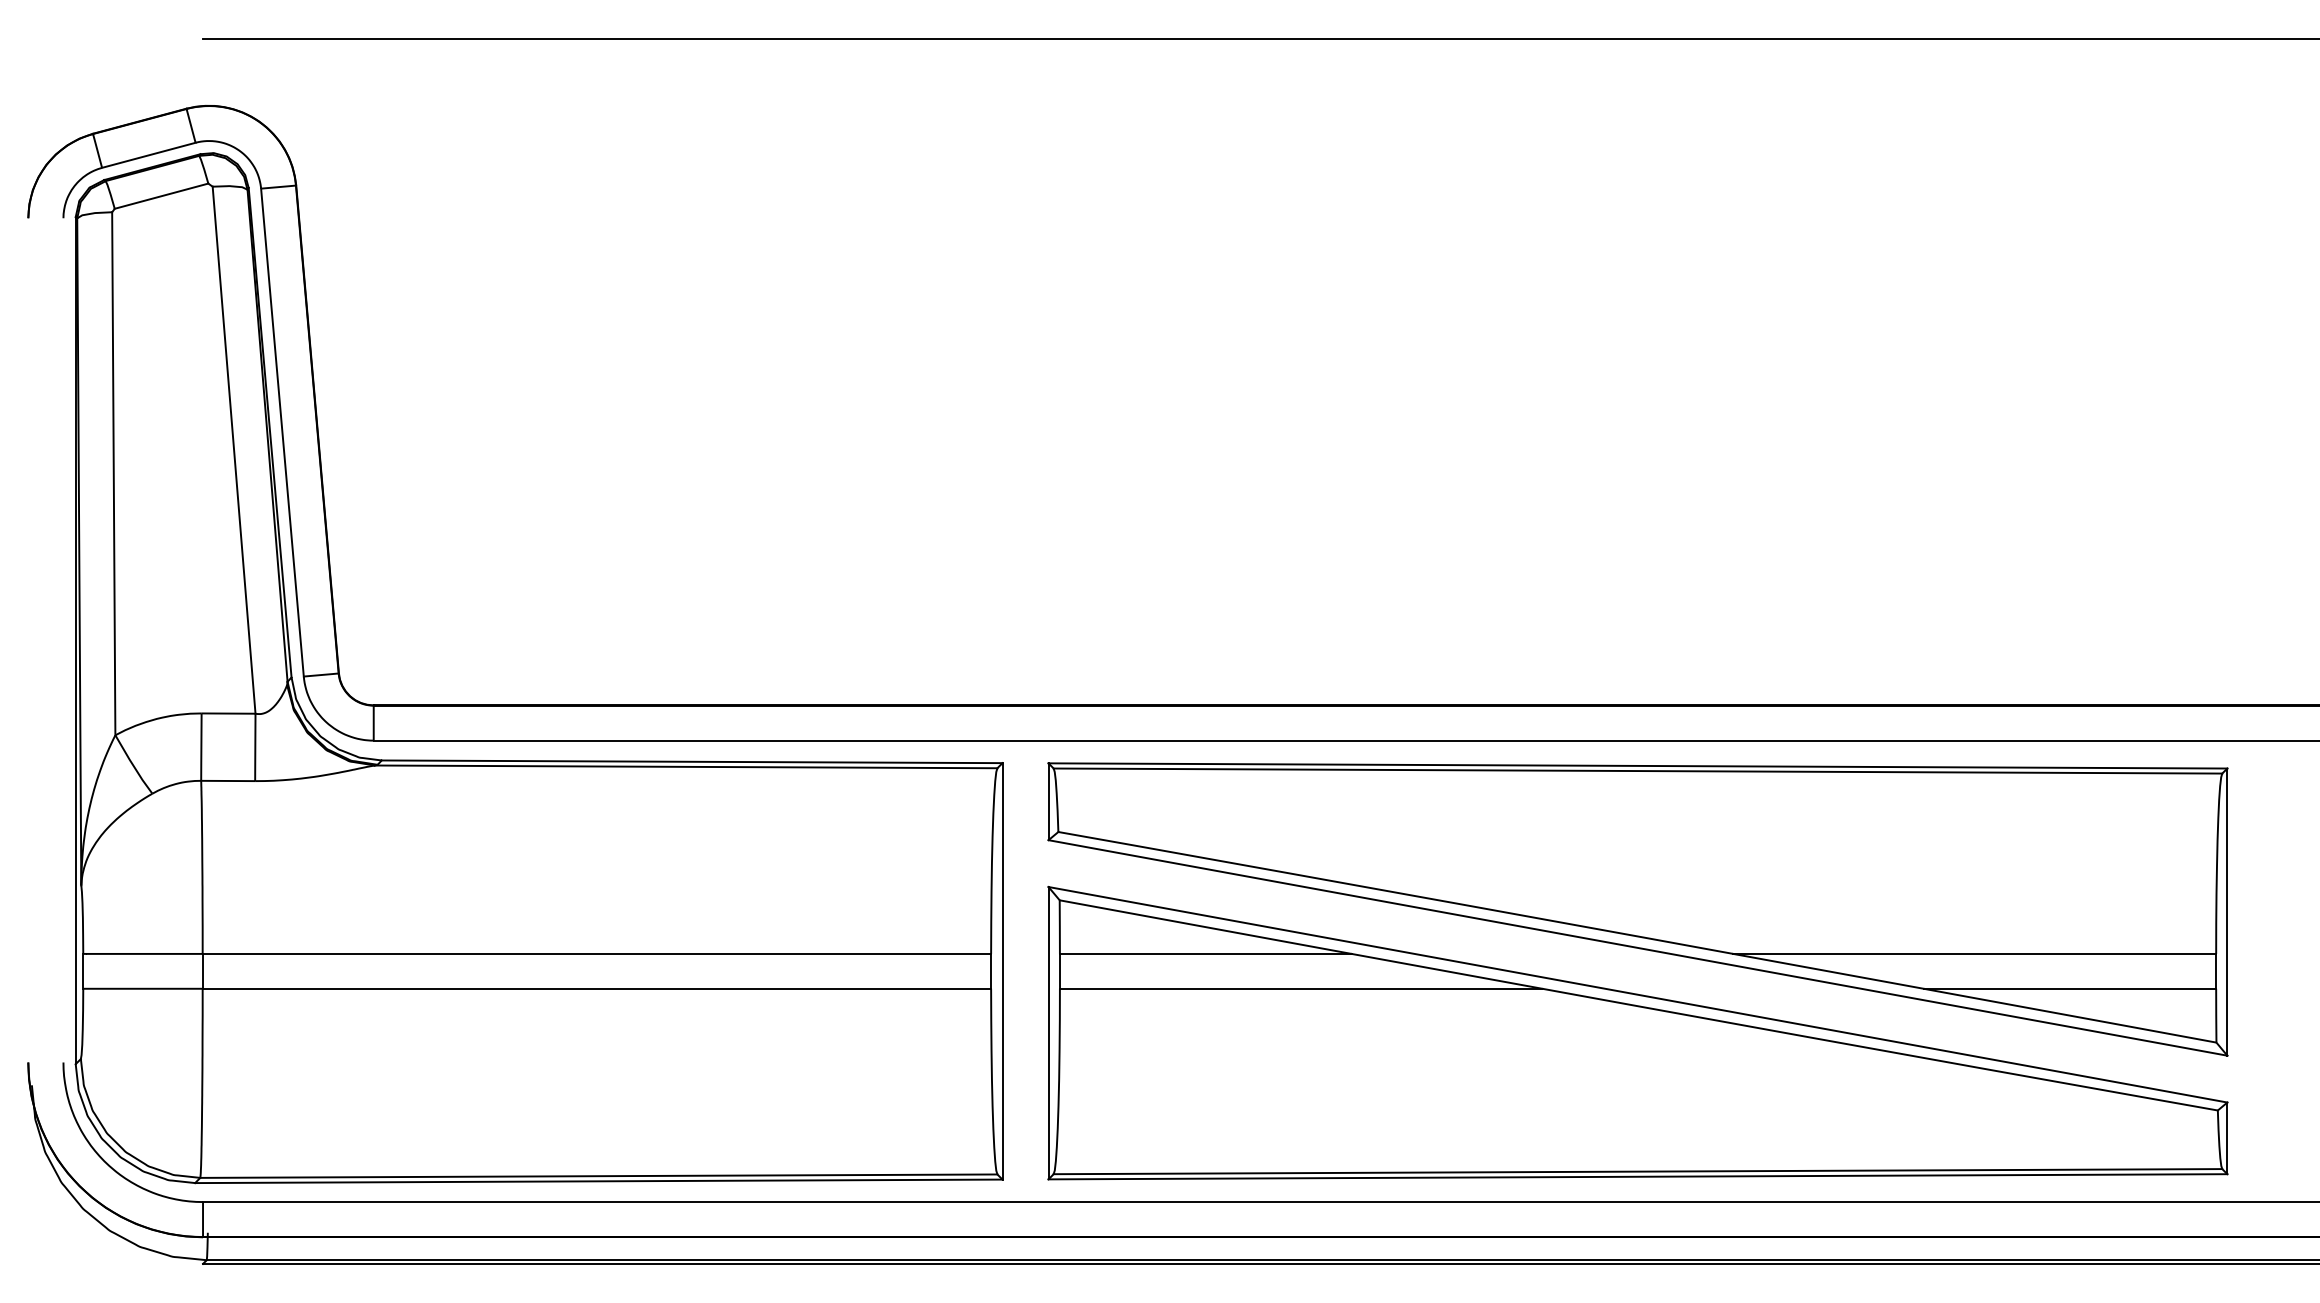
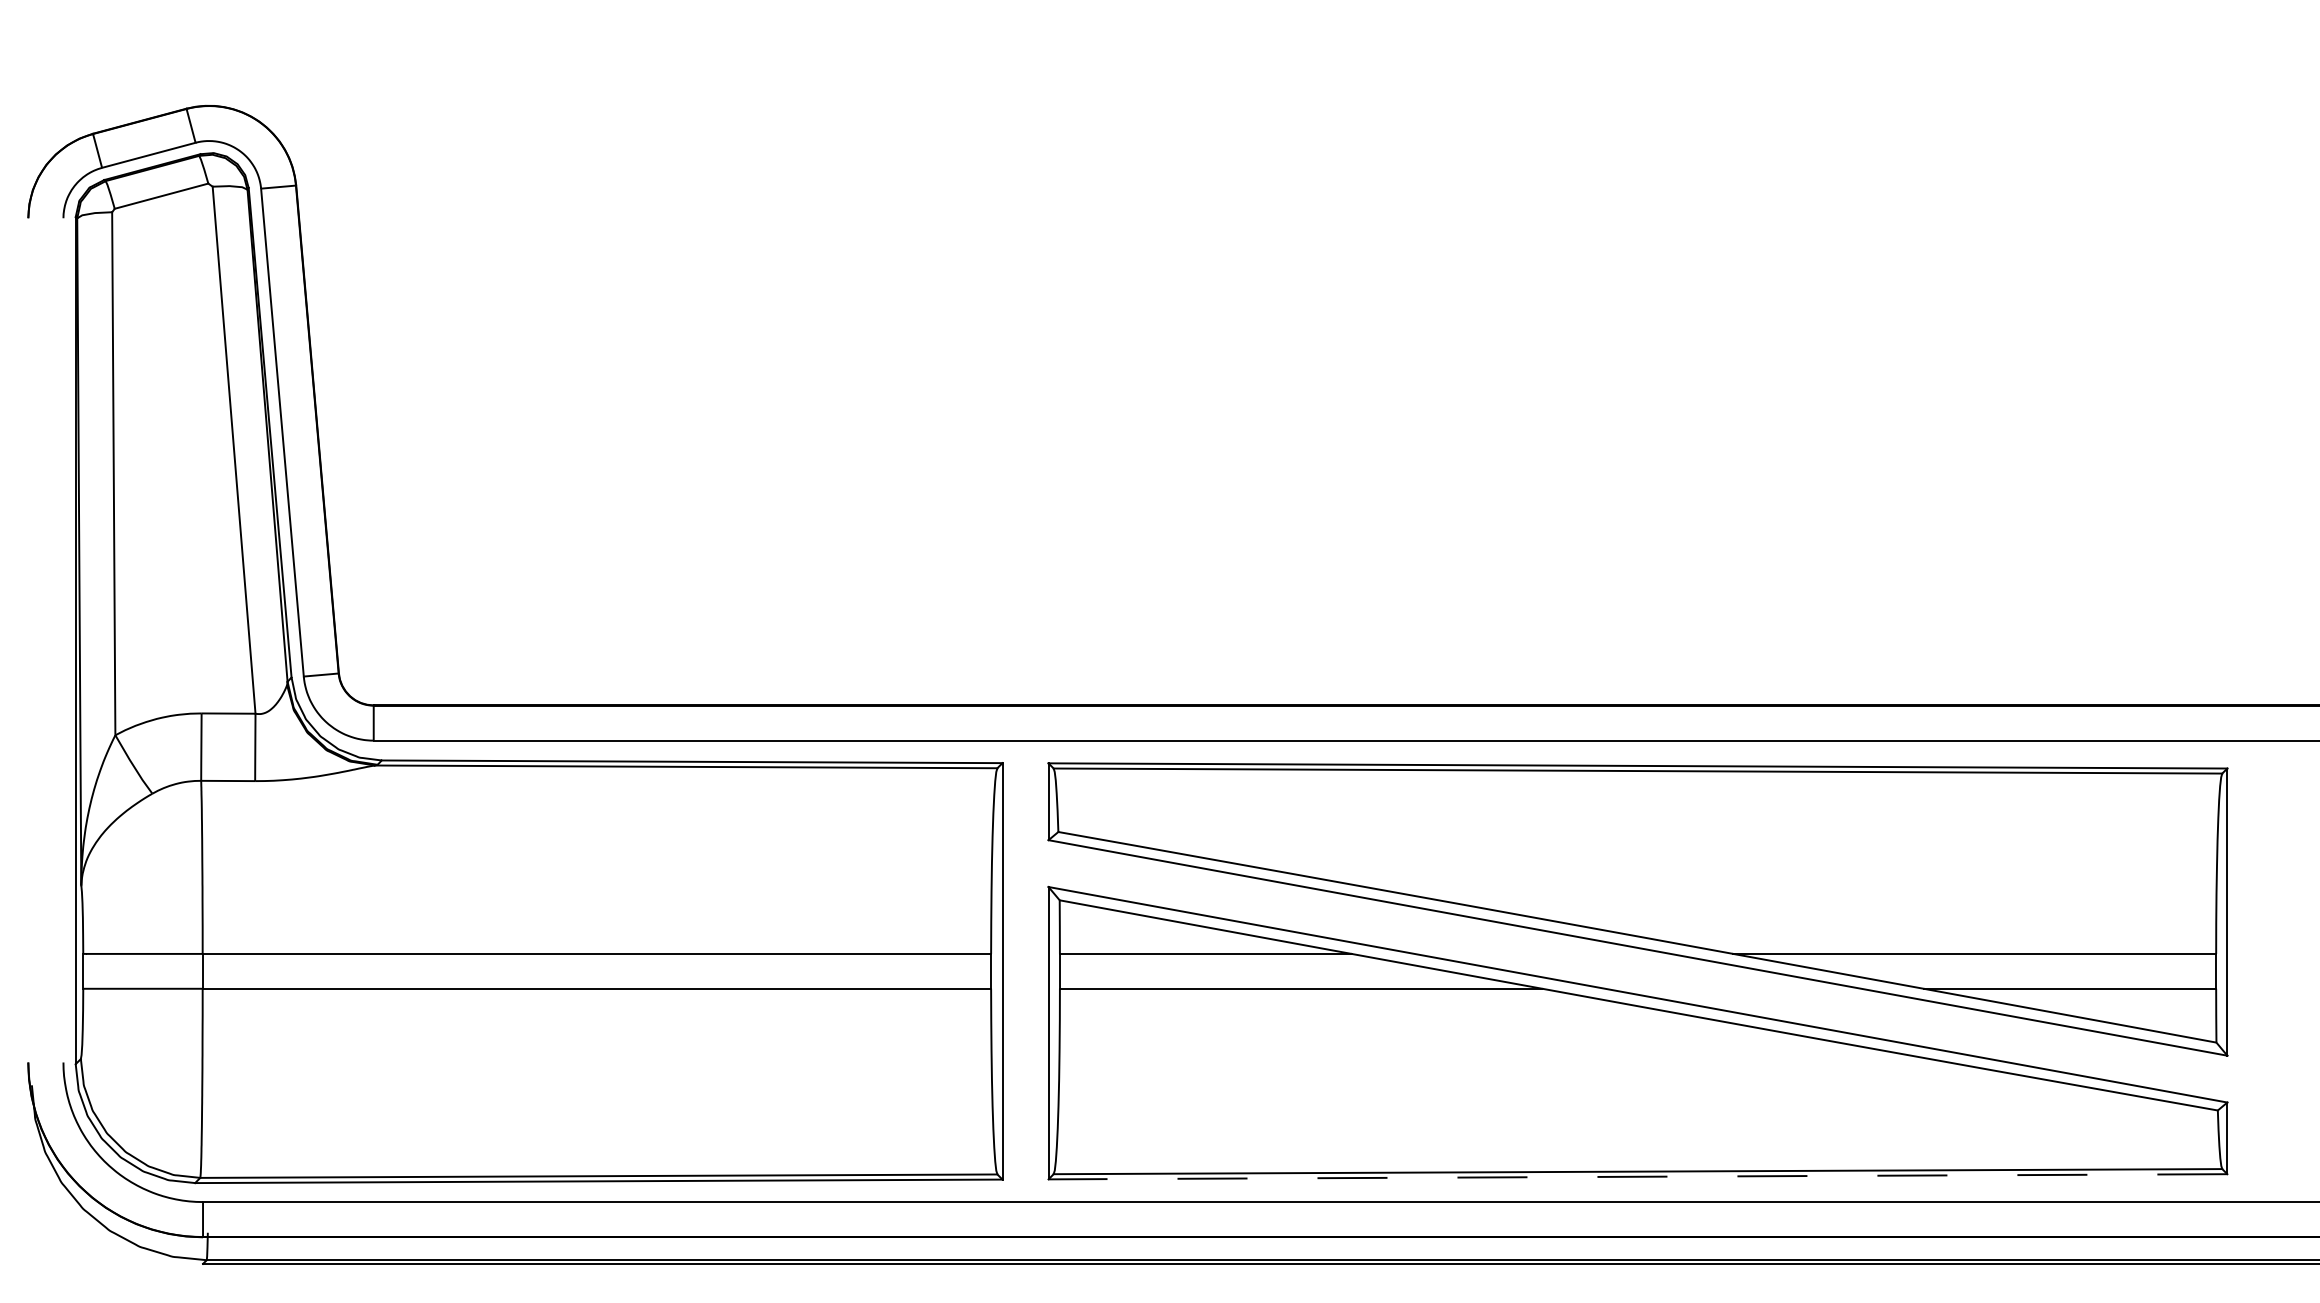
line at (1259, 39): present -> none
line at (1637, 1176): solid -> dashed
